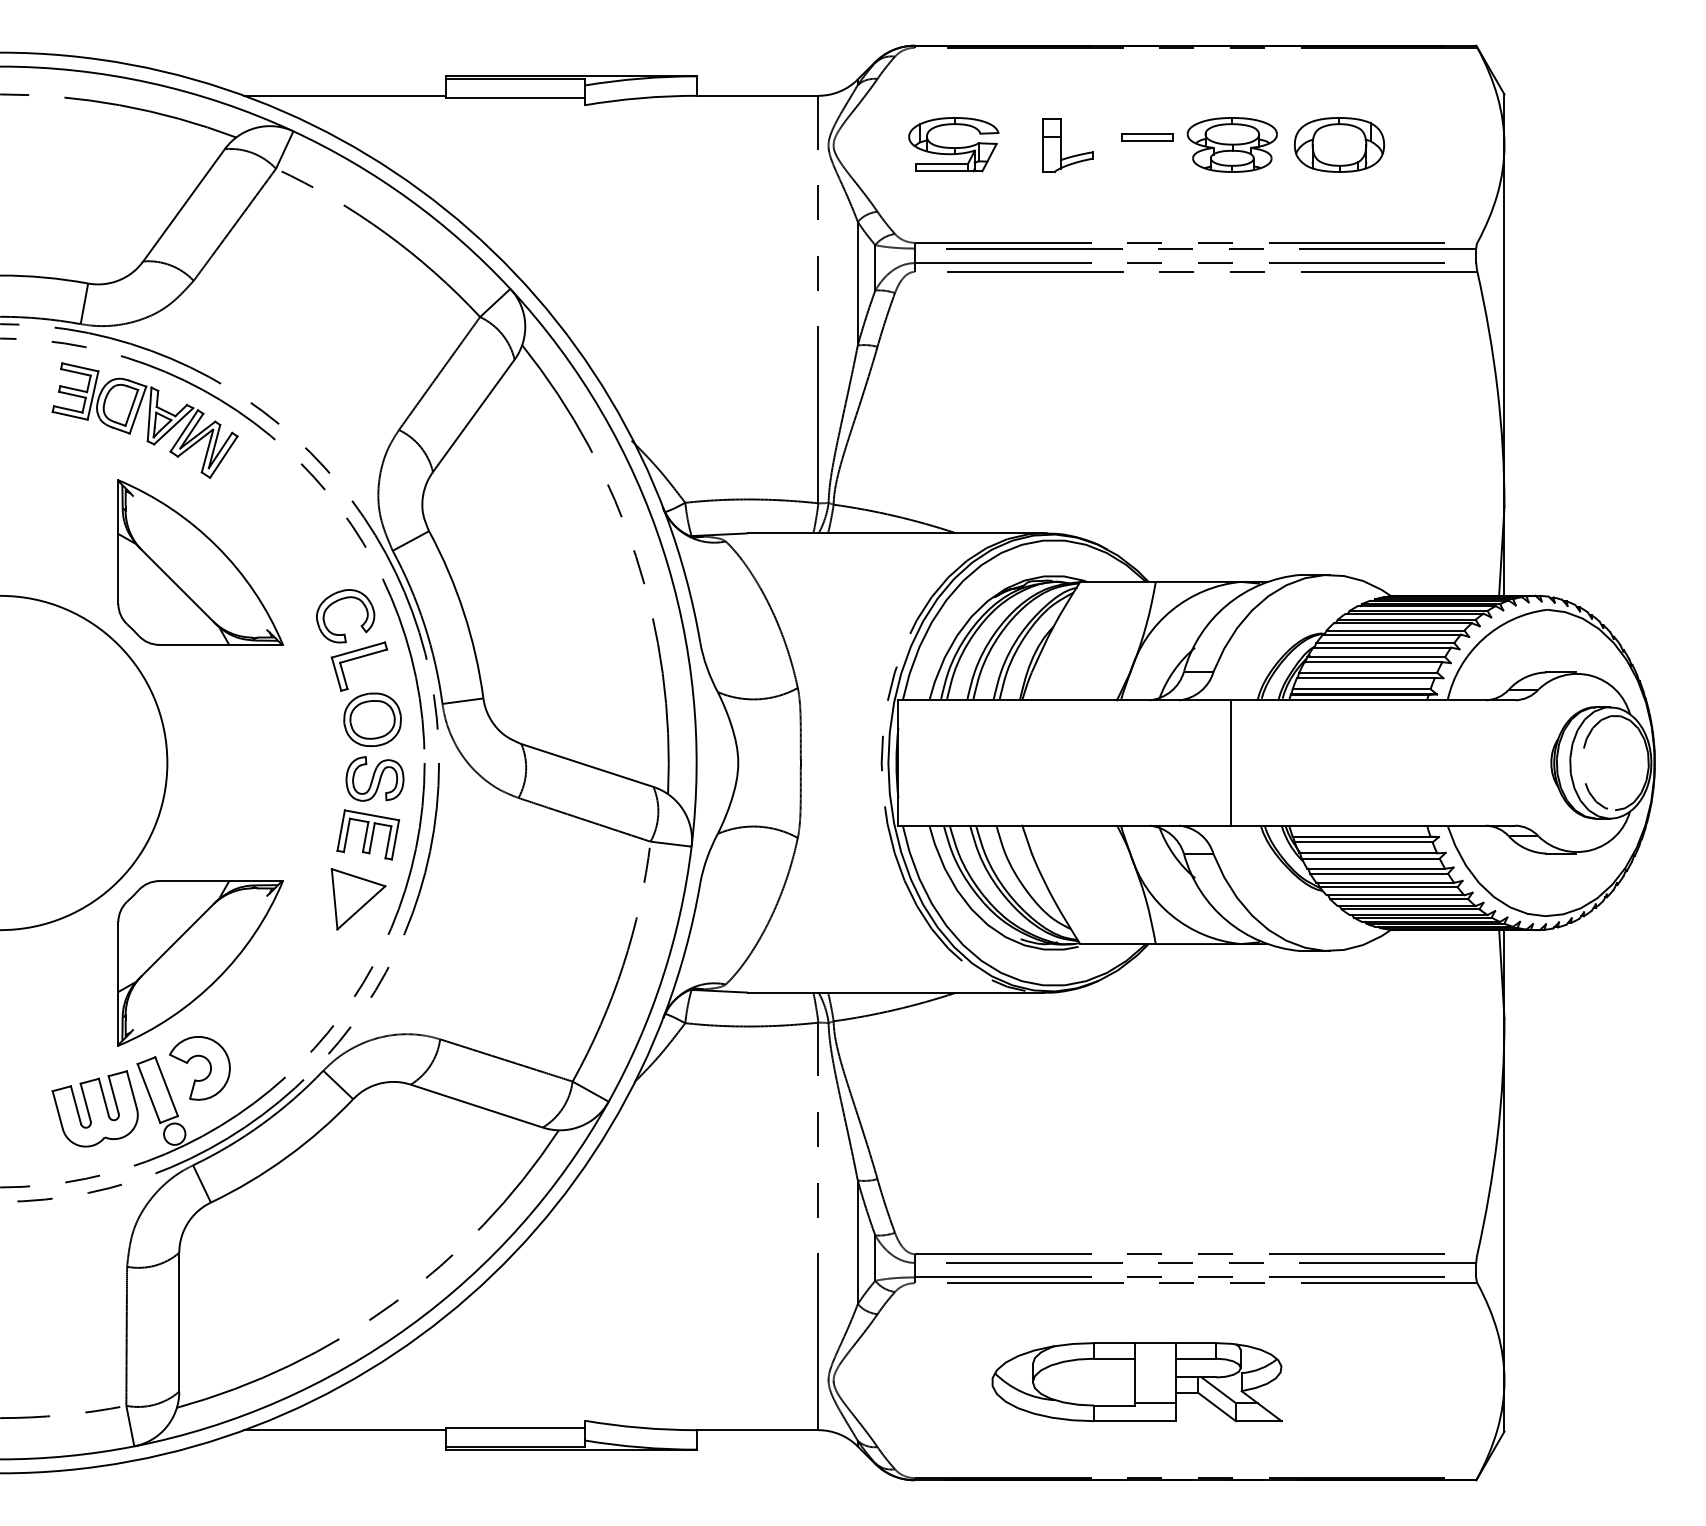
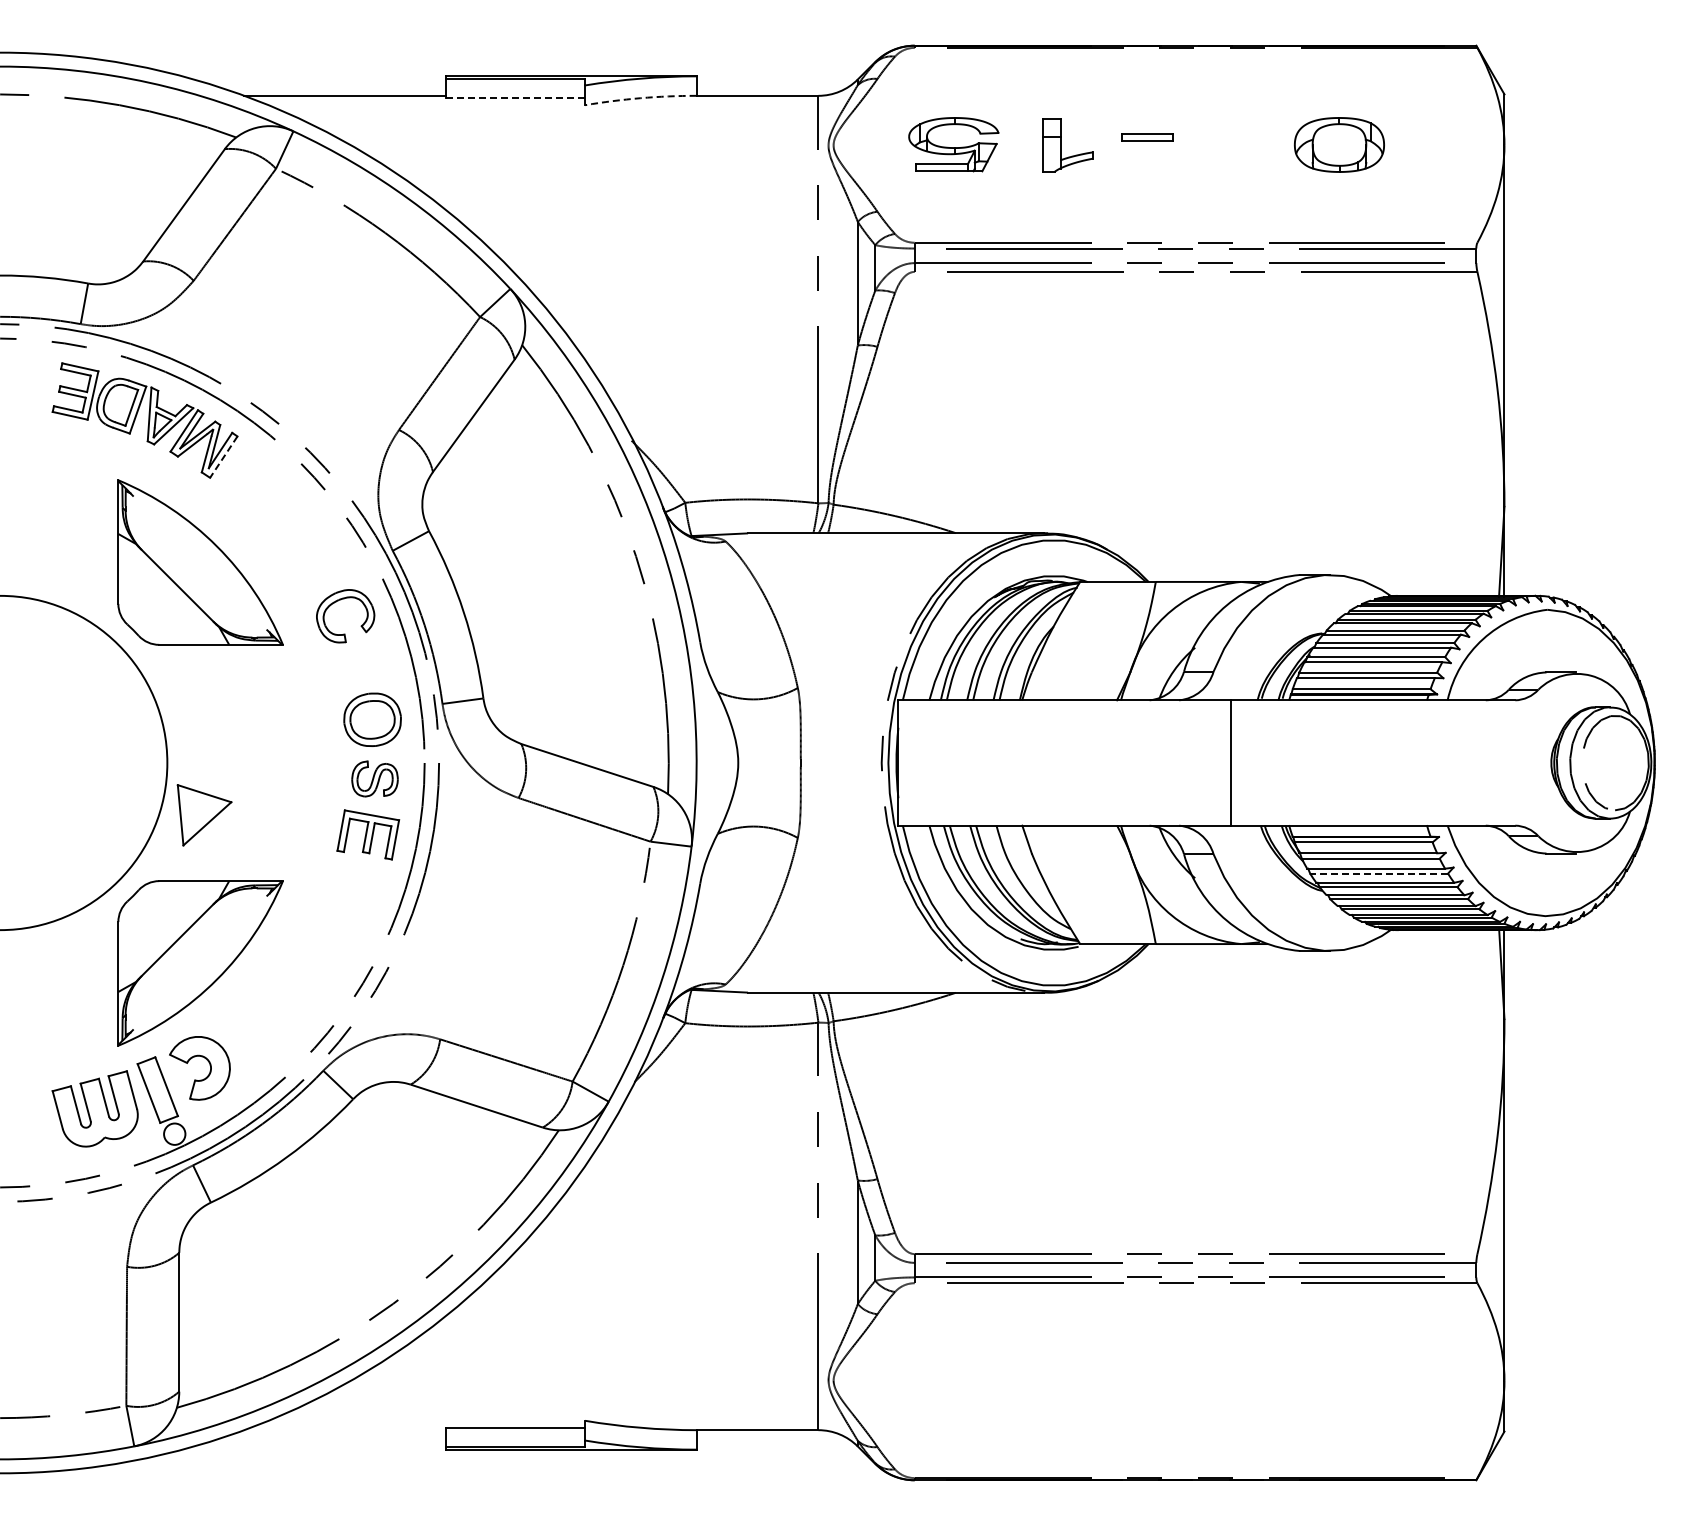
line at (515, 98): solid -> dashed
arc at (640, 98): solid -> dashed
part at (1231, 144): present -> none
line at (223, 457): solid -> dashed
part at (356, 659): present -> none
part at (374, 778) size: 60x46 px -> 48x38 px
line at (1379, 873): solid -> dashed
part at (358, 899) position: (358, 899) -> (204, 815)
part at (1136, 1382): present -> none
line at (344, 1430): present -> none
